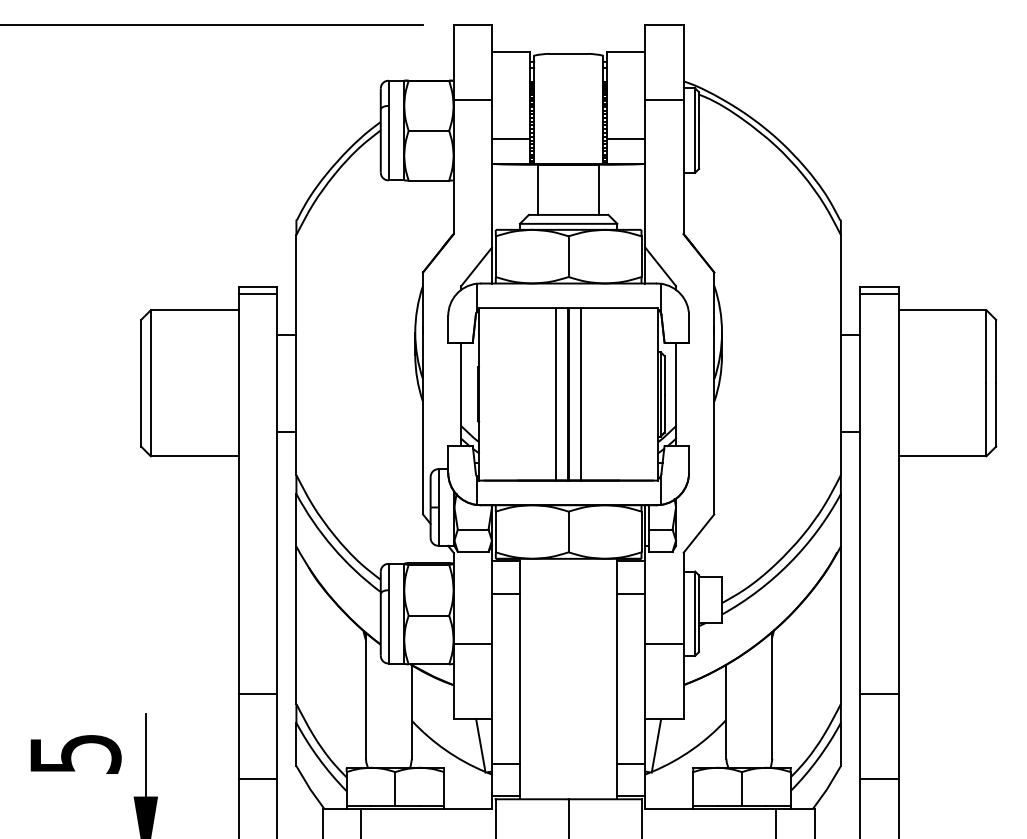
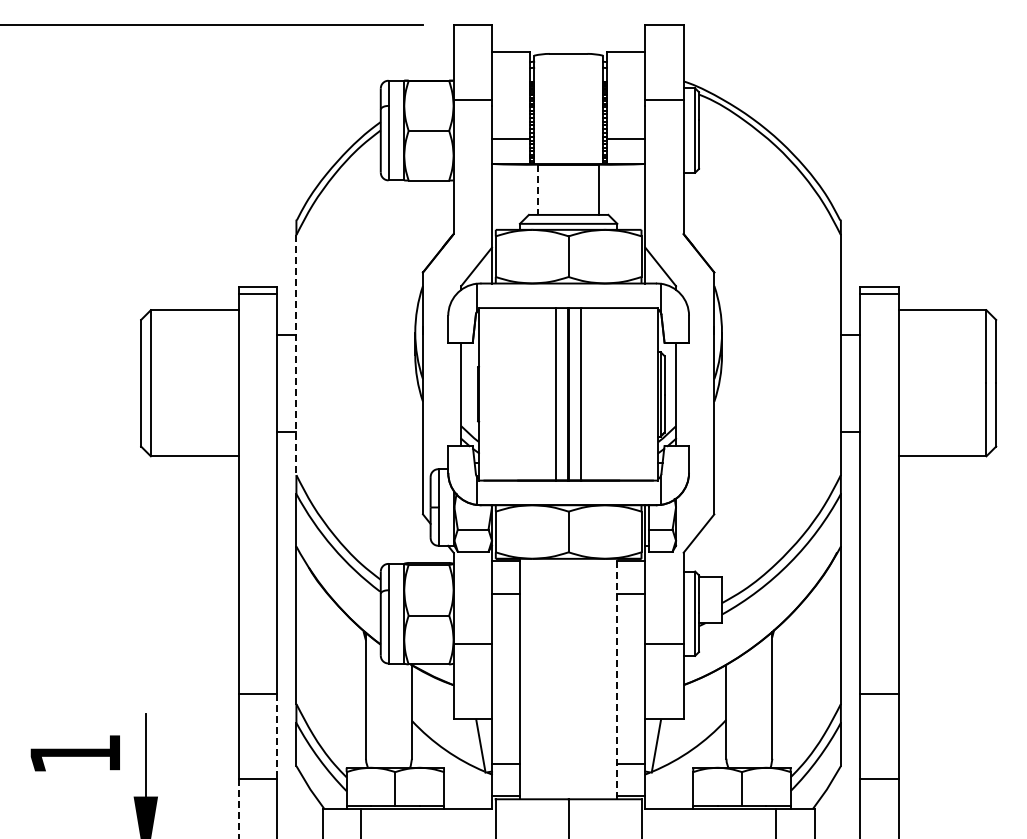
line at (537, 190): solid -> dashed
line at (296, 355): solid -> dashed
line at (617, 678): solid -> dashed
line at (276, 736): solid -> dashed
text at (75, 754): 5 -> 1
line at (238, 809): solid -> dashed
